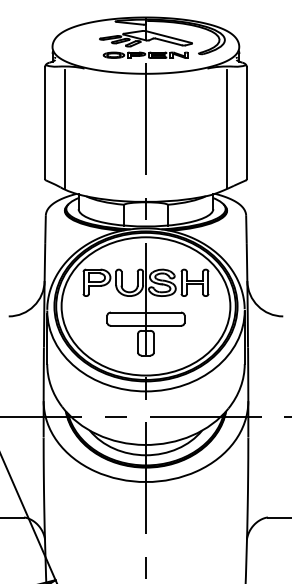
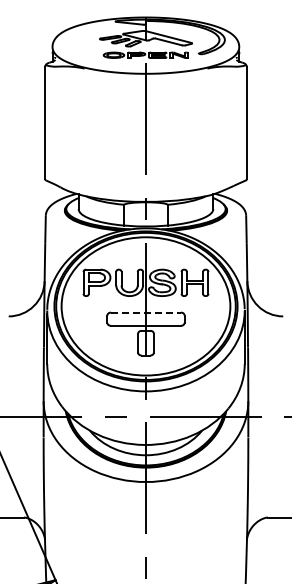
line at (65, 128): present -> none
line at (226, 128): present -> none
line at (146, 312): solid -> dashed
